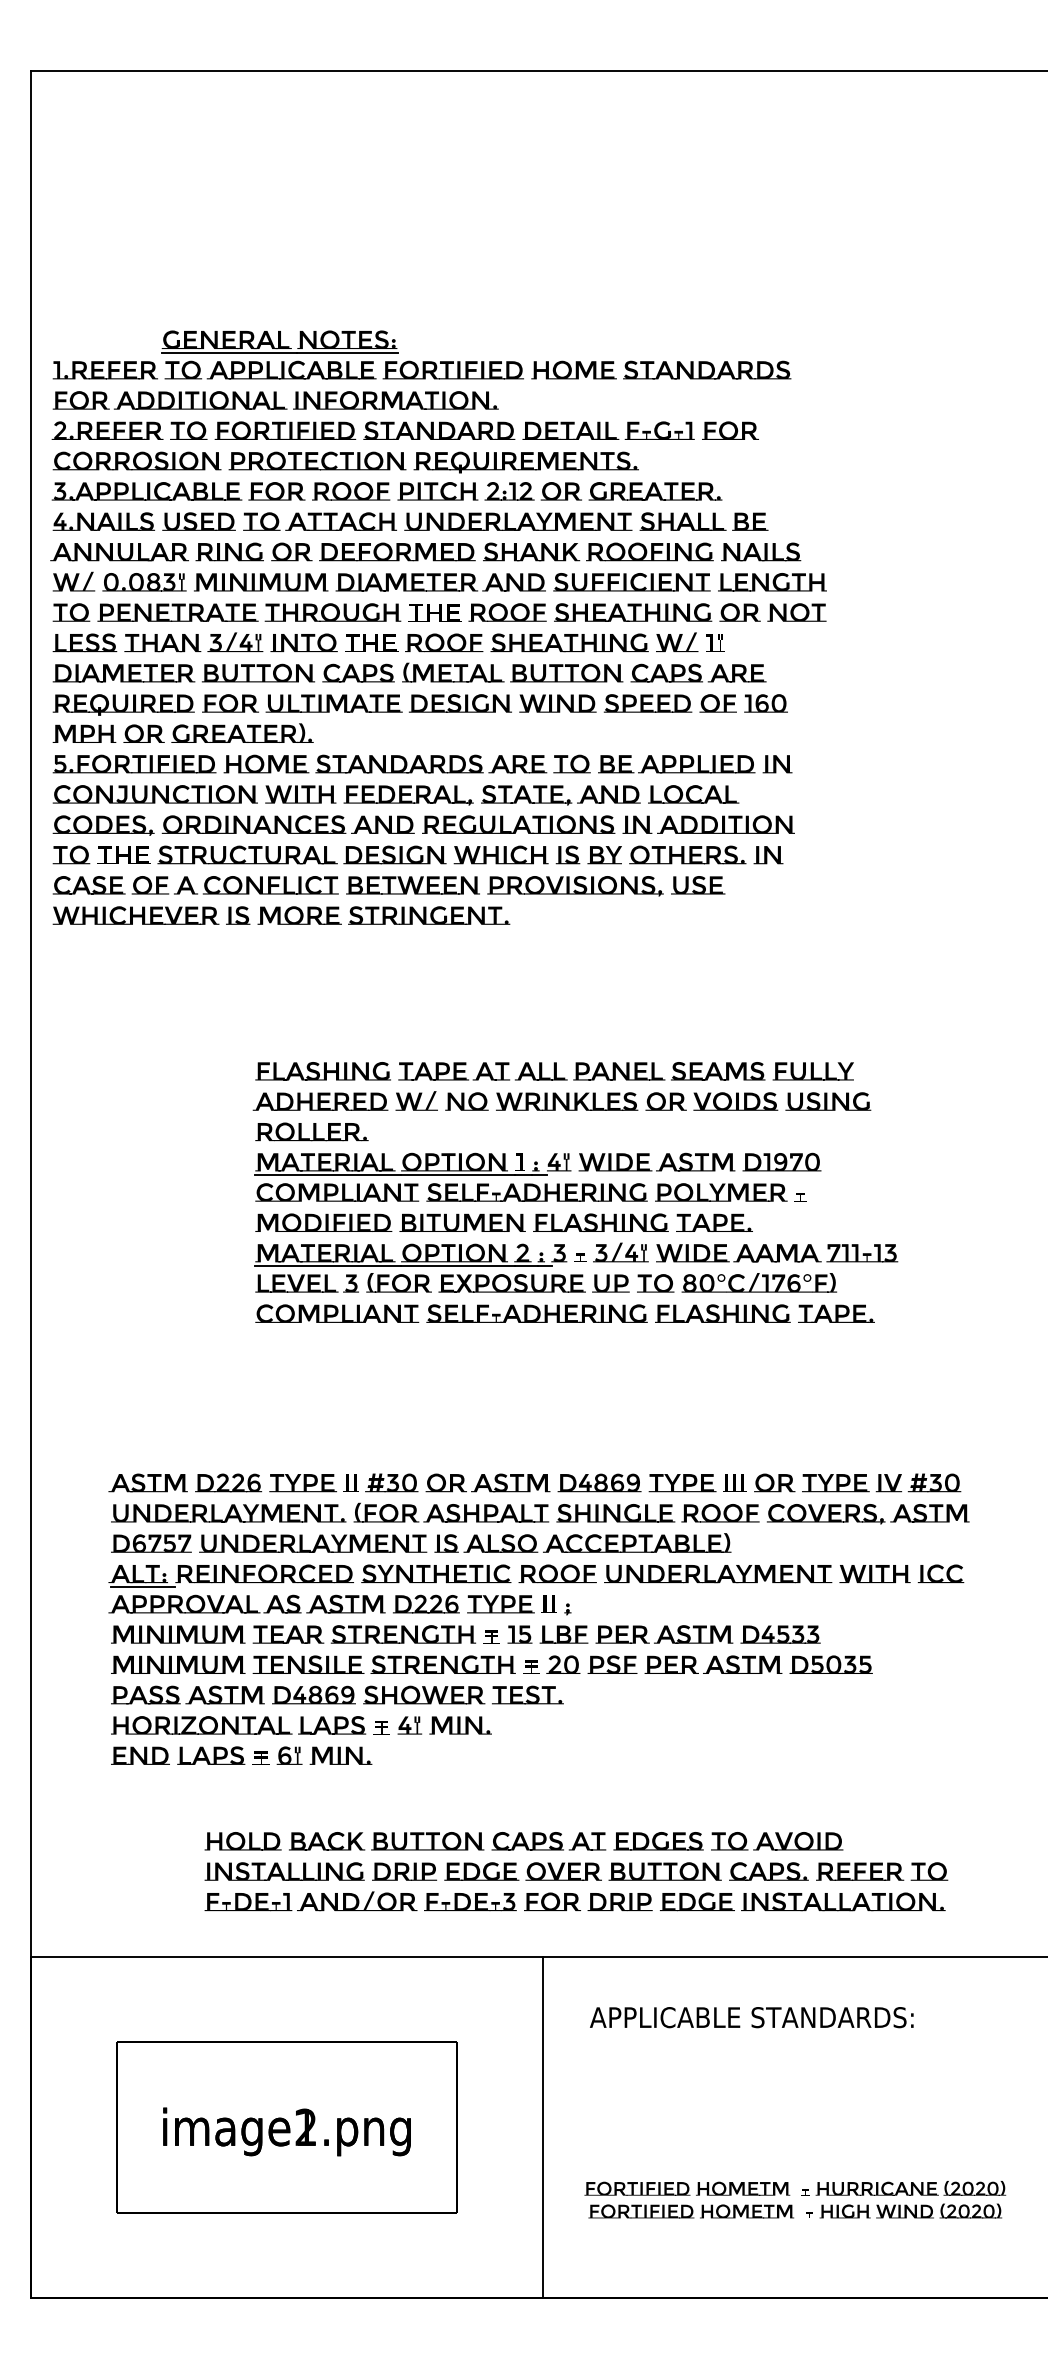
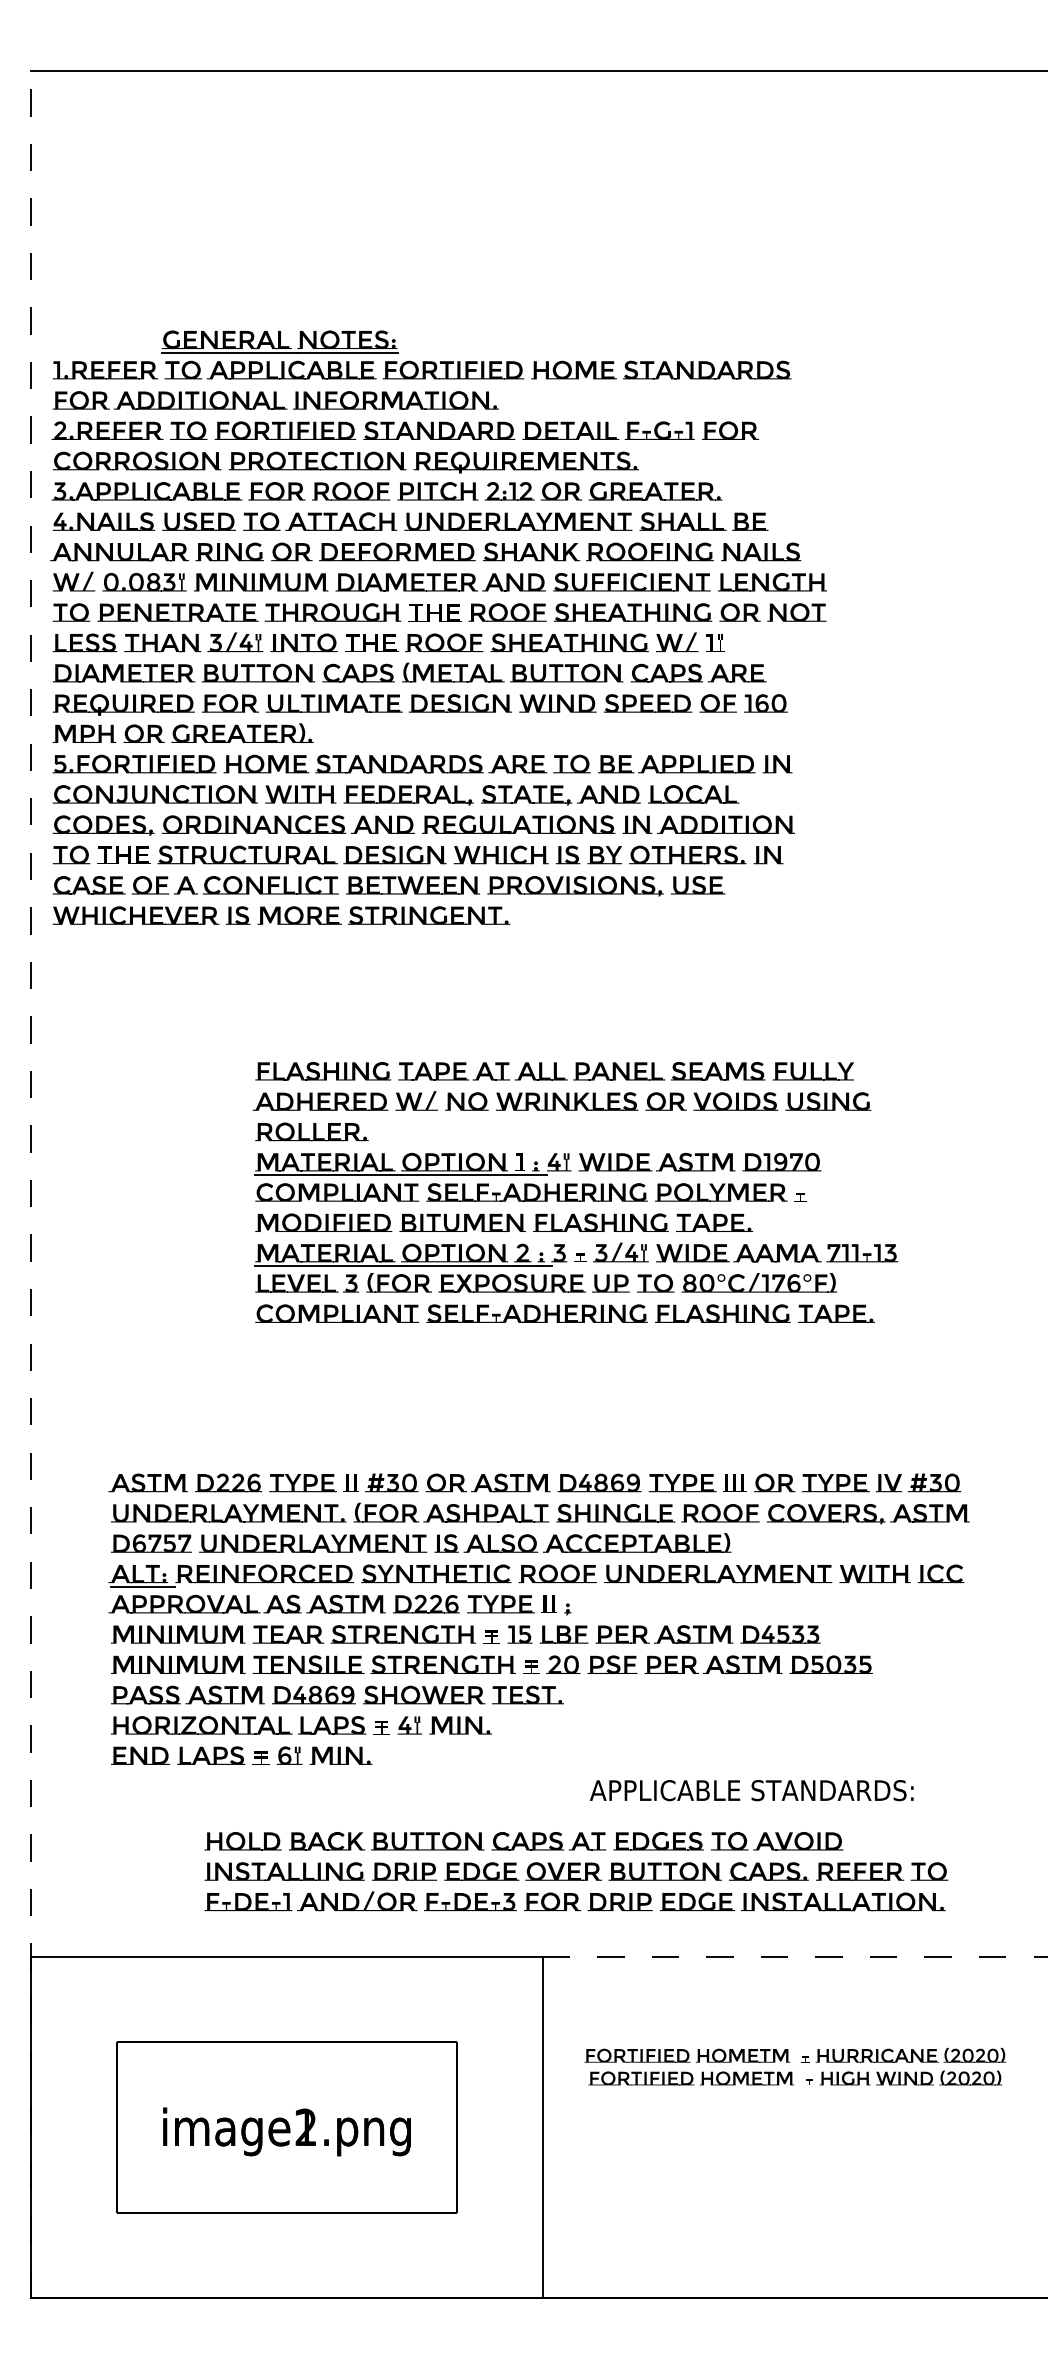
line at (31, 1184): solid -> dashed
line at (795, 1957): solid -> dashed
text at (751, 2017) position: (751, 2017) -> (751, 1790)
text at (795, 2199) position: (795, 2199) -> (795, 2066)
